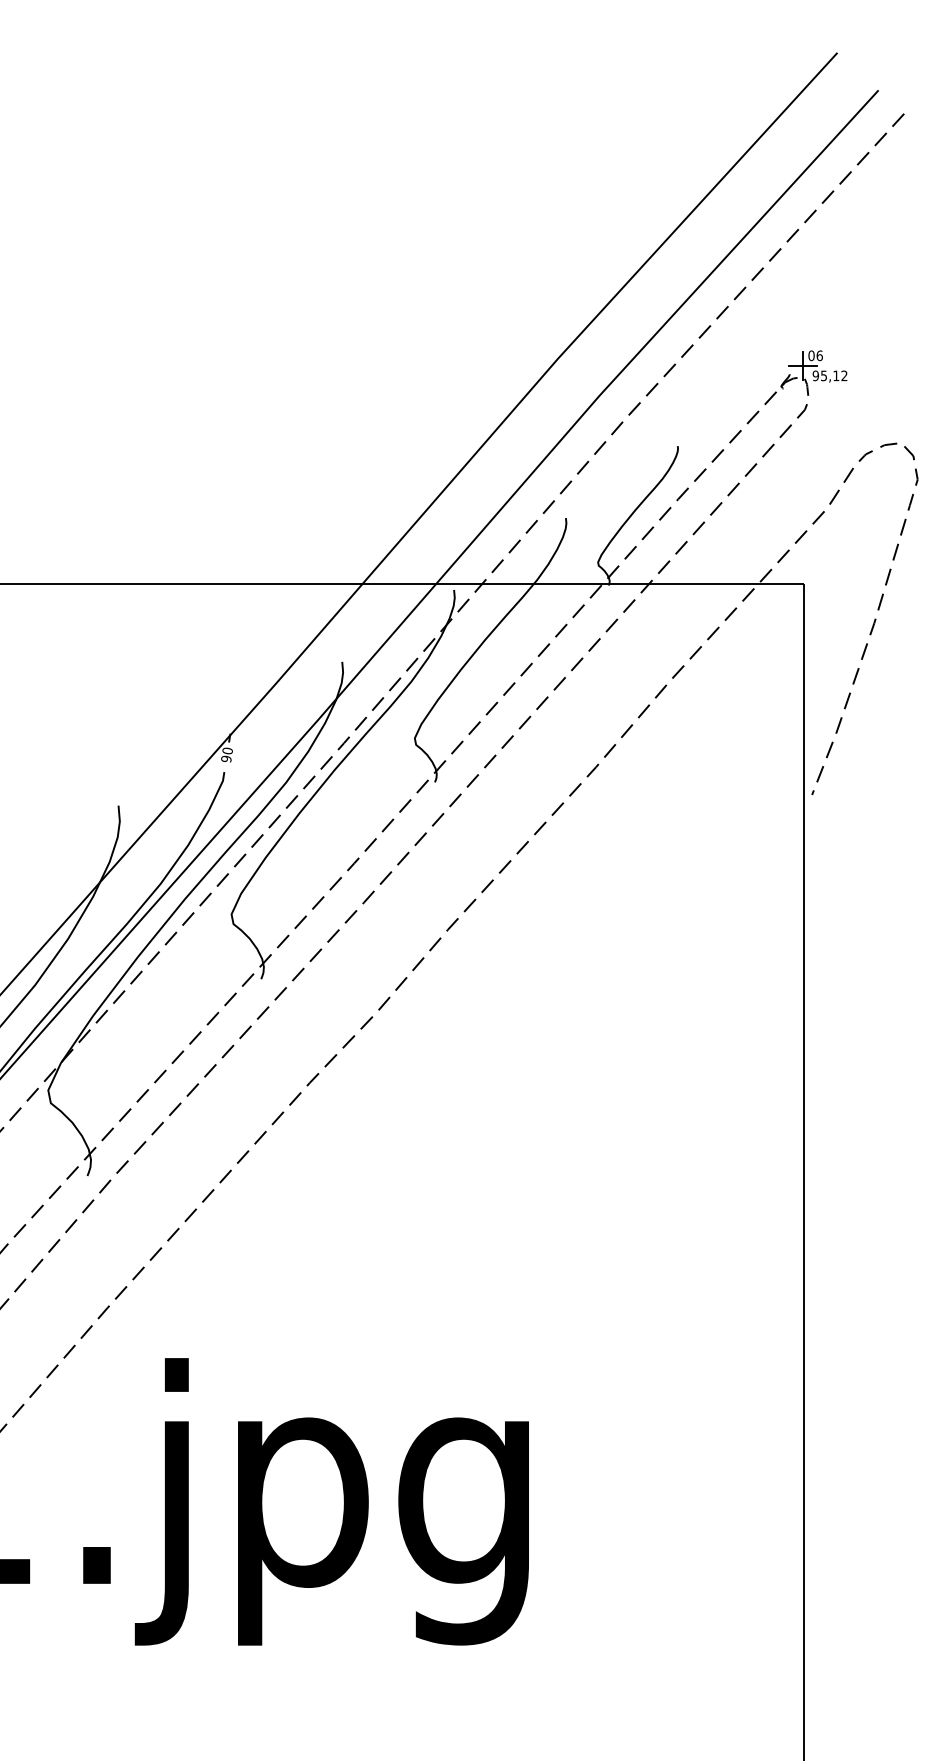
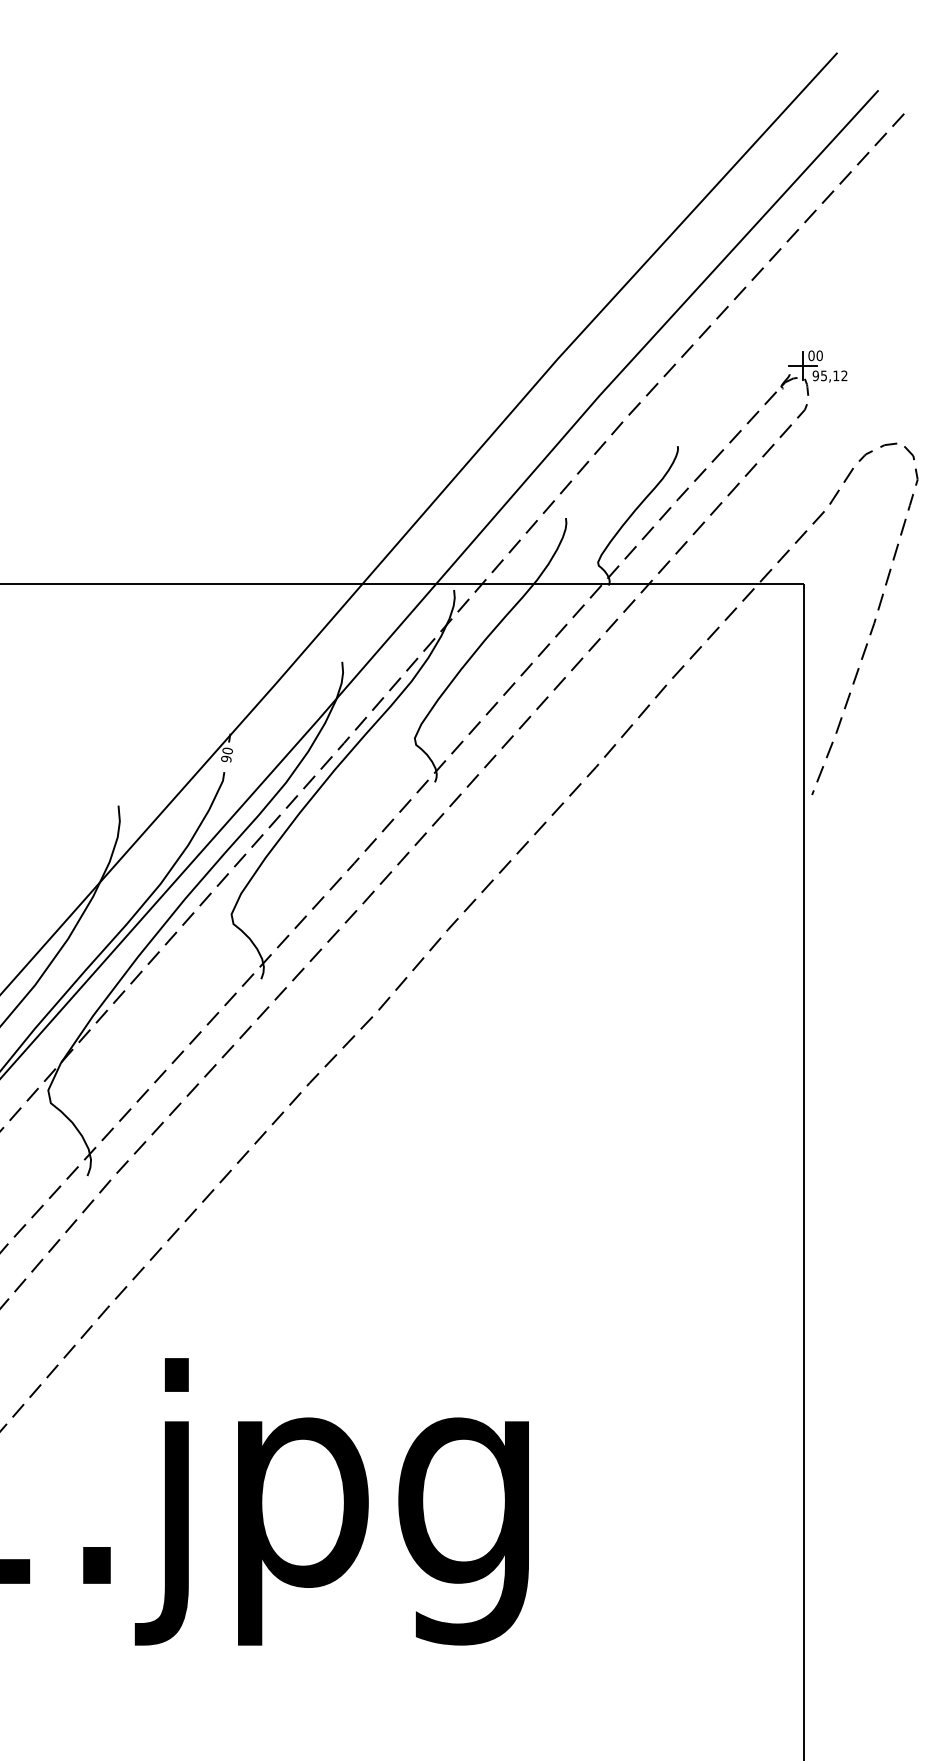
text at (819, 355): 06 -> 00
